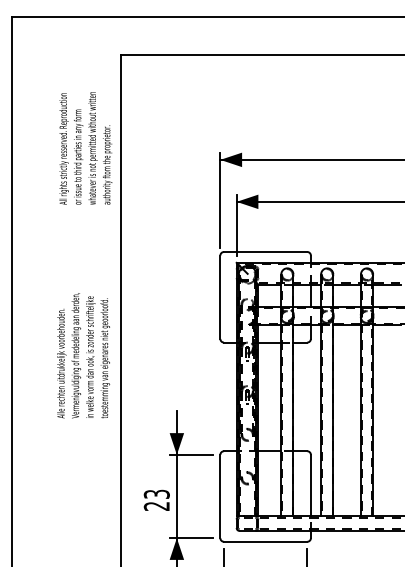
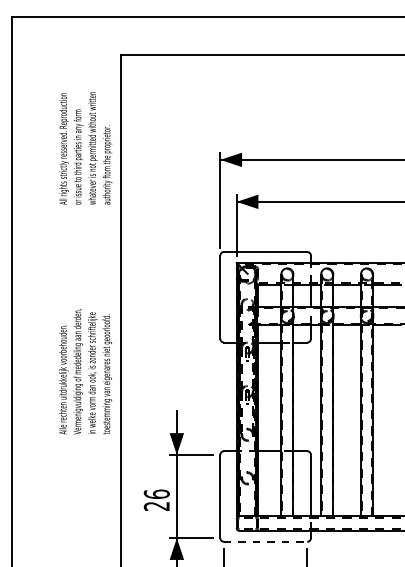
text at (83, 355) position: (83, 355) -> (85, 371)
text at (156, 493): 23 -> 26
line at (265, 541): solid -> dashed
